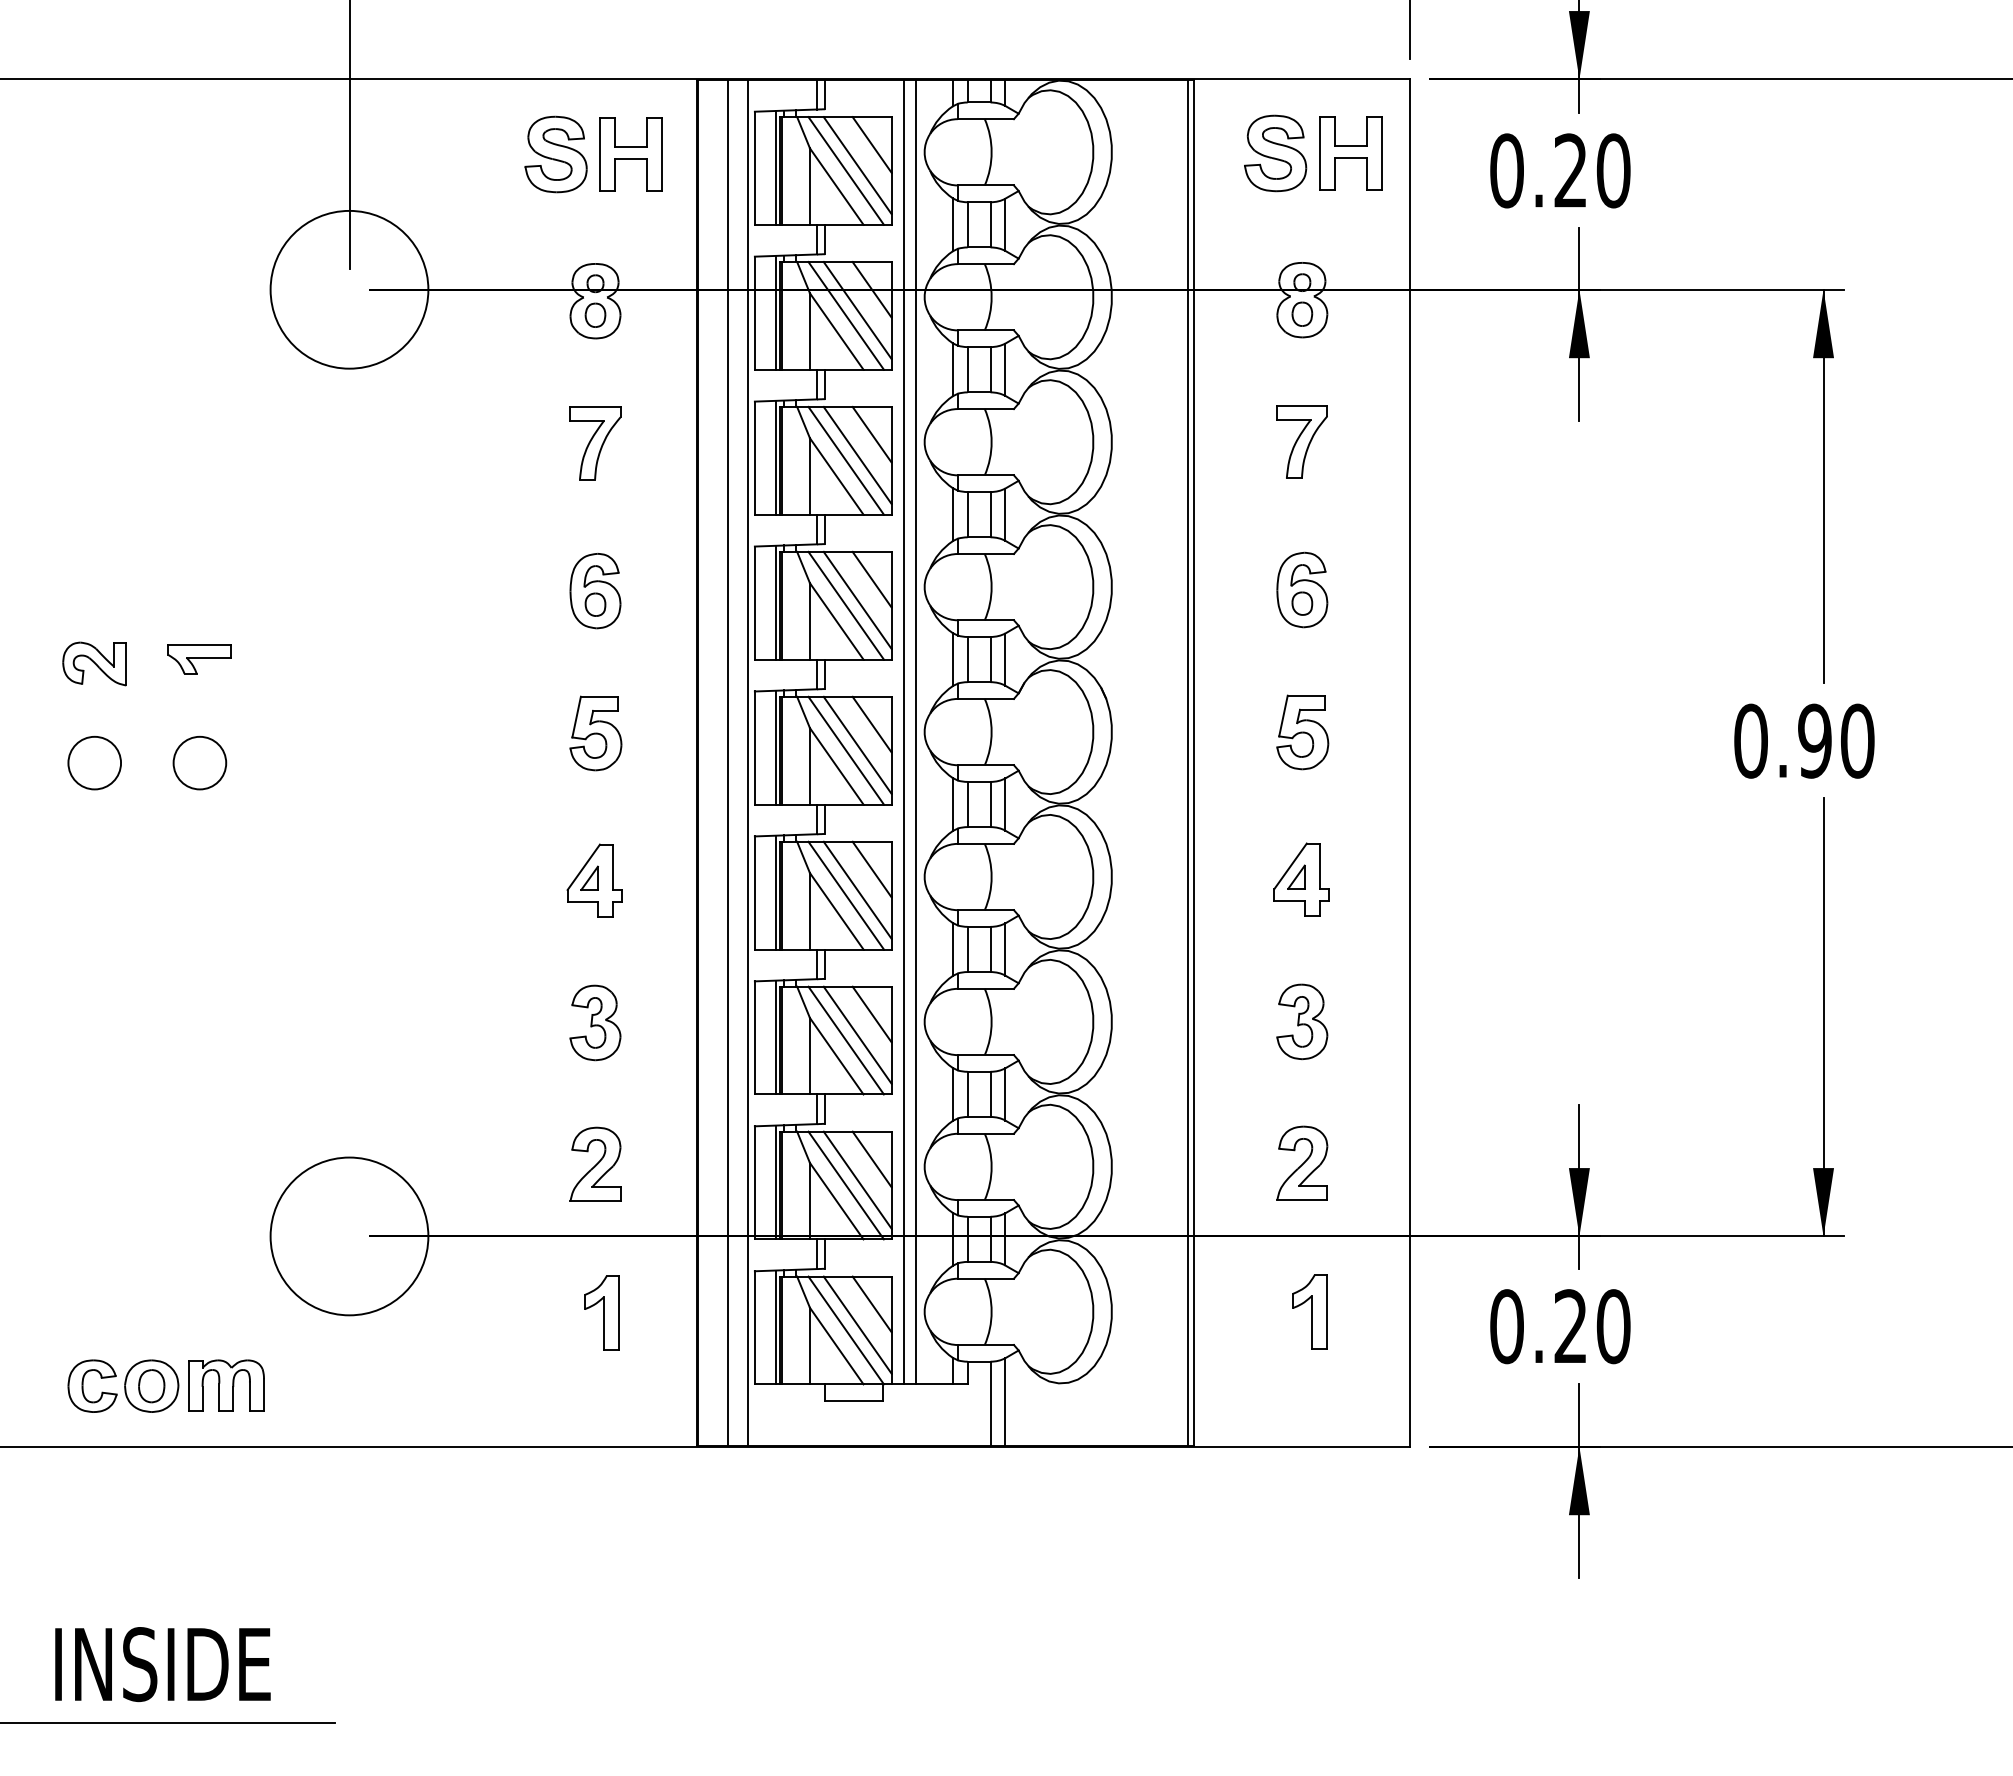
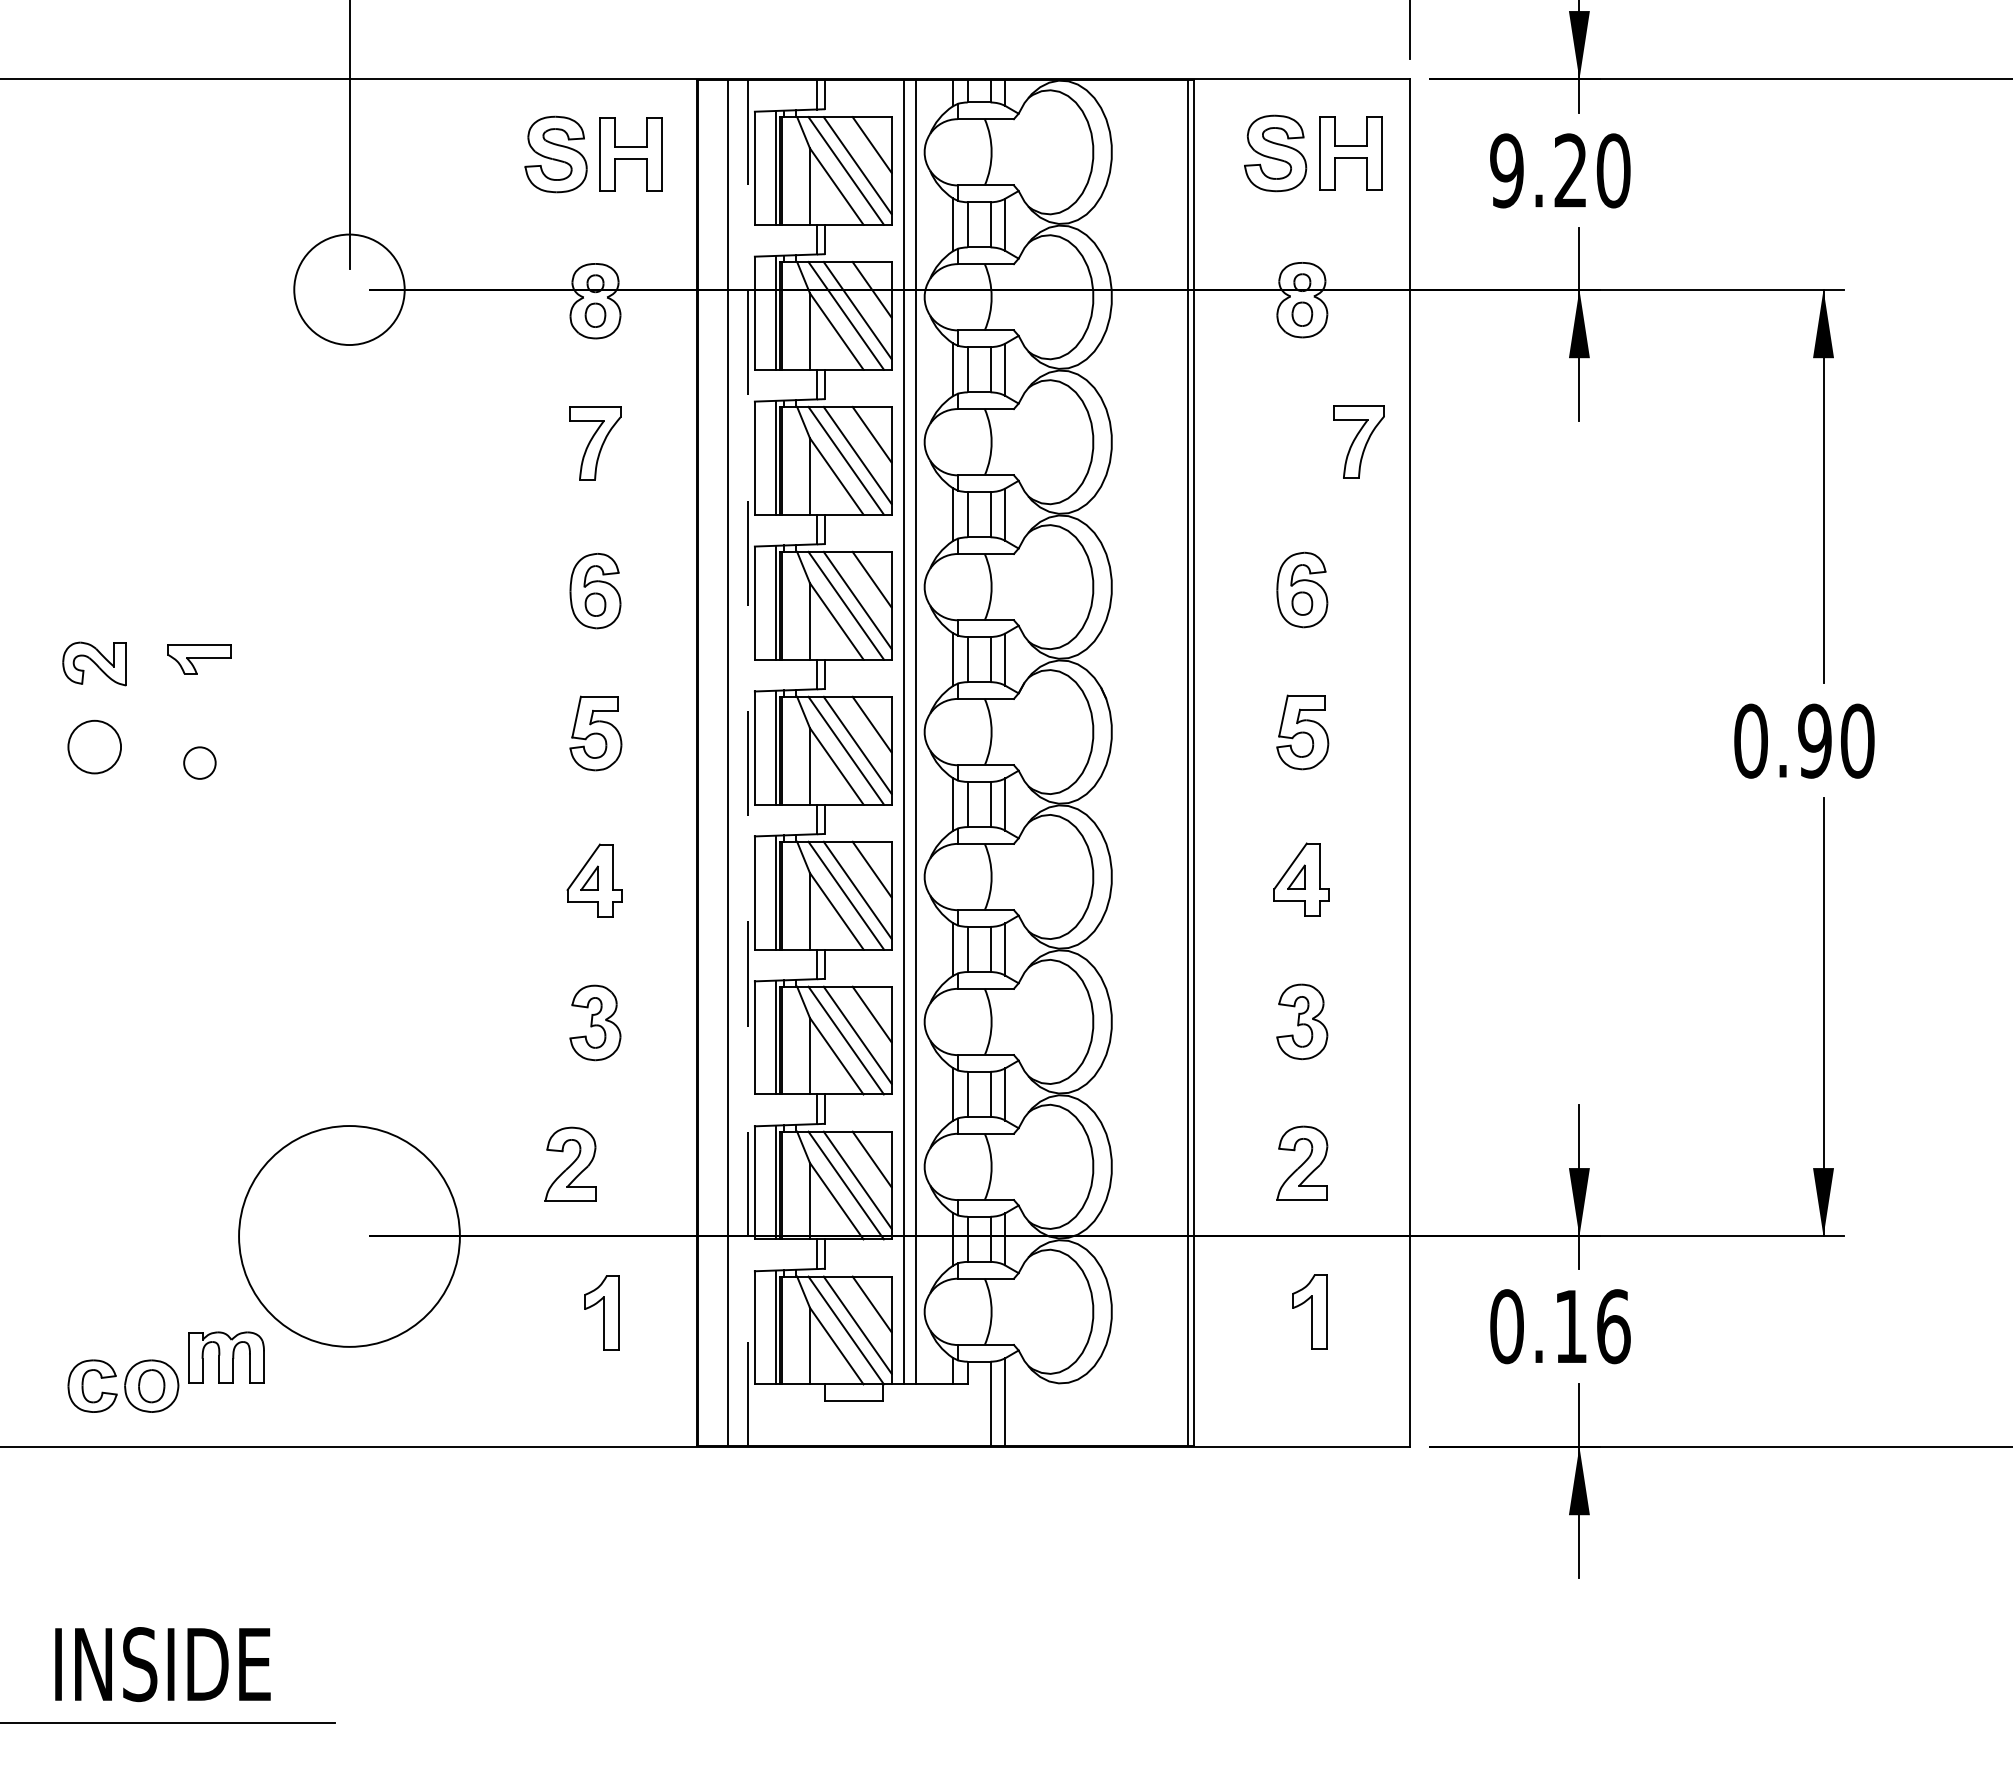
text at (1506, 170): 0.20 -> 9.20
circle at (349, 289) diameter: 158 px -> 110 px
part at (1301, 441) position: (1301, 441) -> (1358, 441)
circle at (94, 762) position: (94, 762) -> (94, 746)
circle at (199, 762) diameter: 53 px -> 32 px
line at (747, 763): solid -> dashed
part at (595, 1163) position: (595, 1163) -> (570, 1163)
circle at (349, 1236) diameter: 158 px -> 221 px
text at (1592, 1326): 0.20 -> 0.16
part at (226, 1385) position: (226, 1385) -> (226, 1357)
